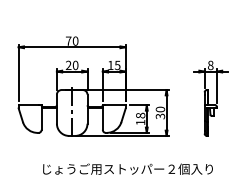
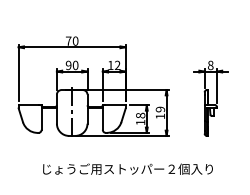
text at (68, 65): 20 -> 90
text at (117, 65): 15 -> 12
text at (160, 112): 30 -> 19
